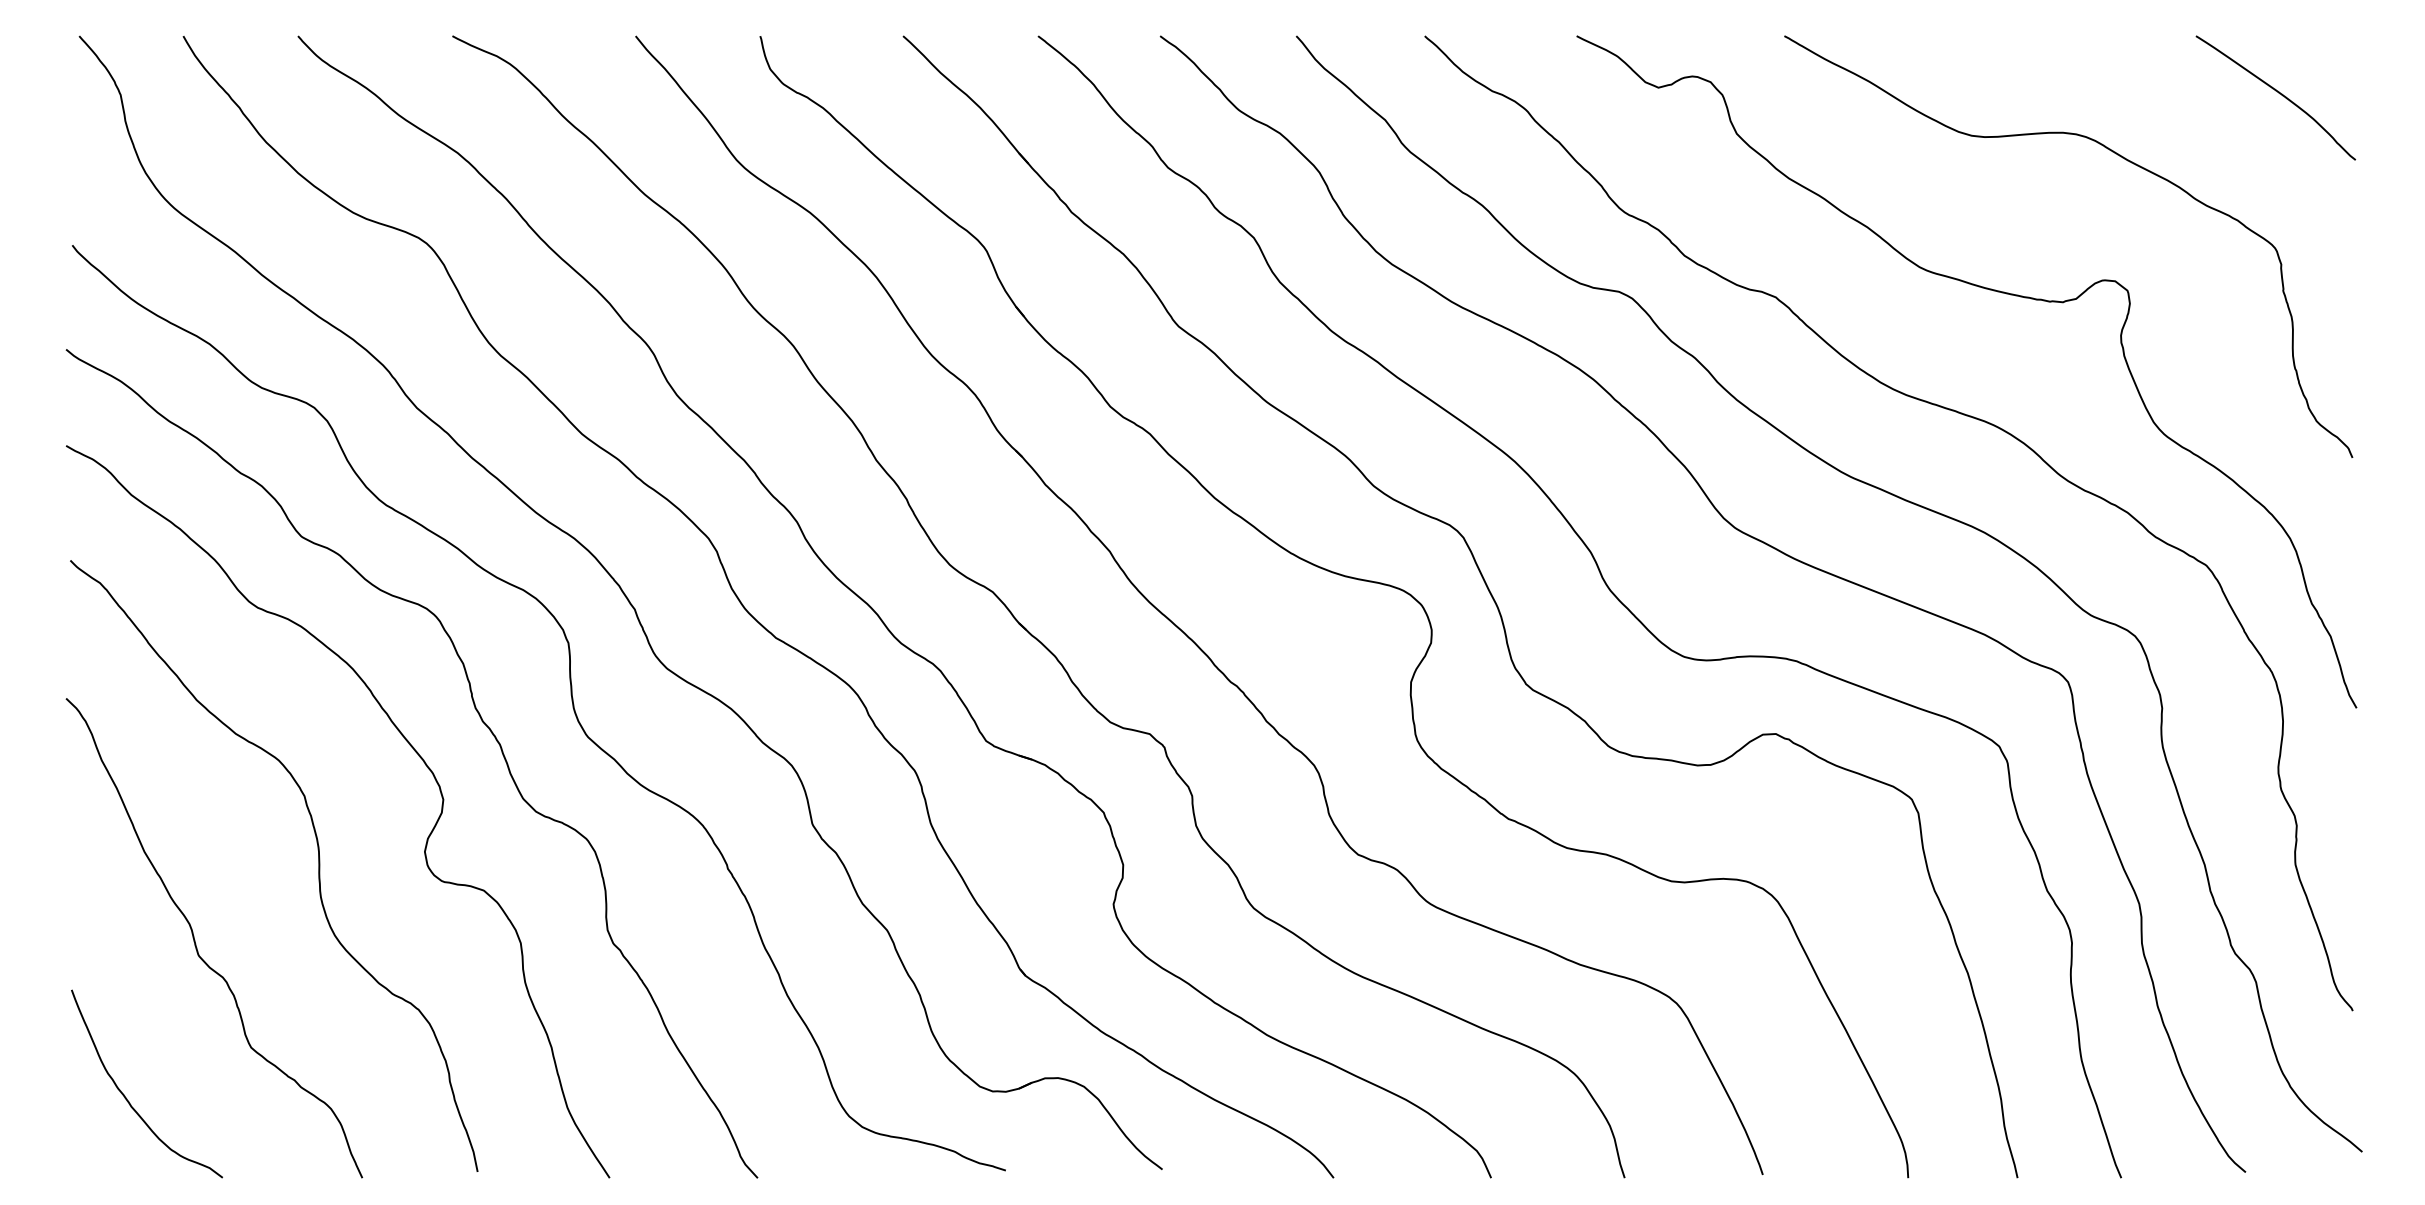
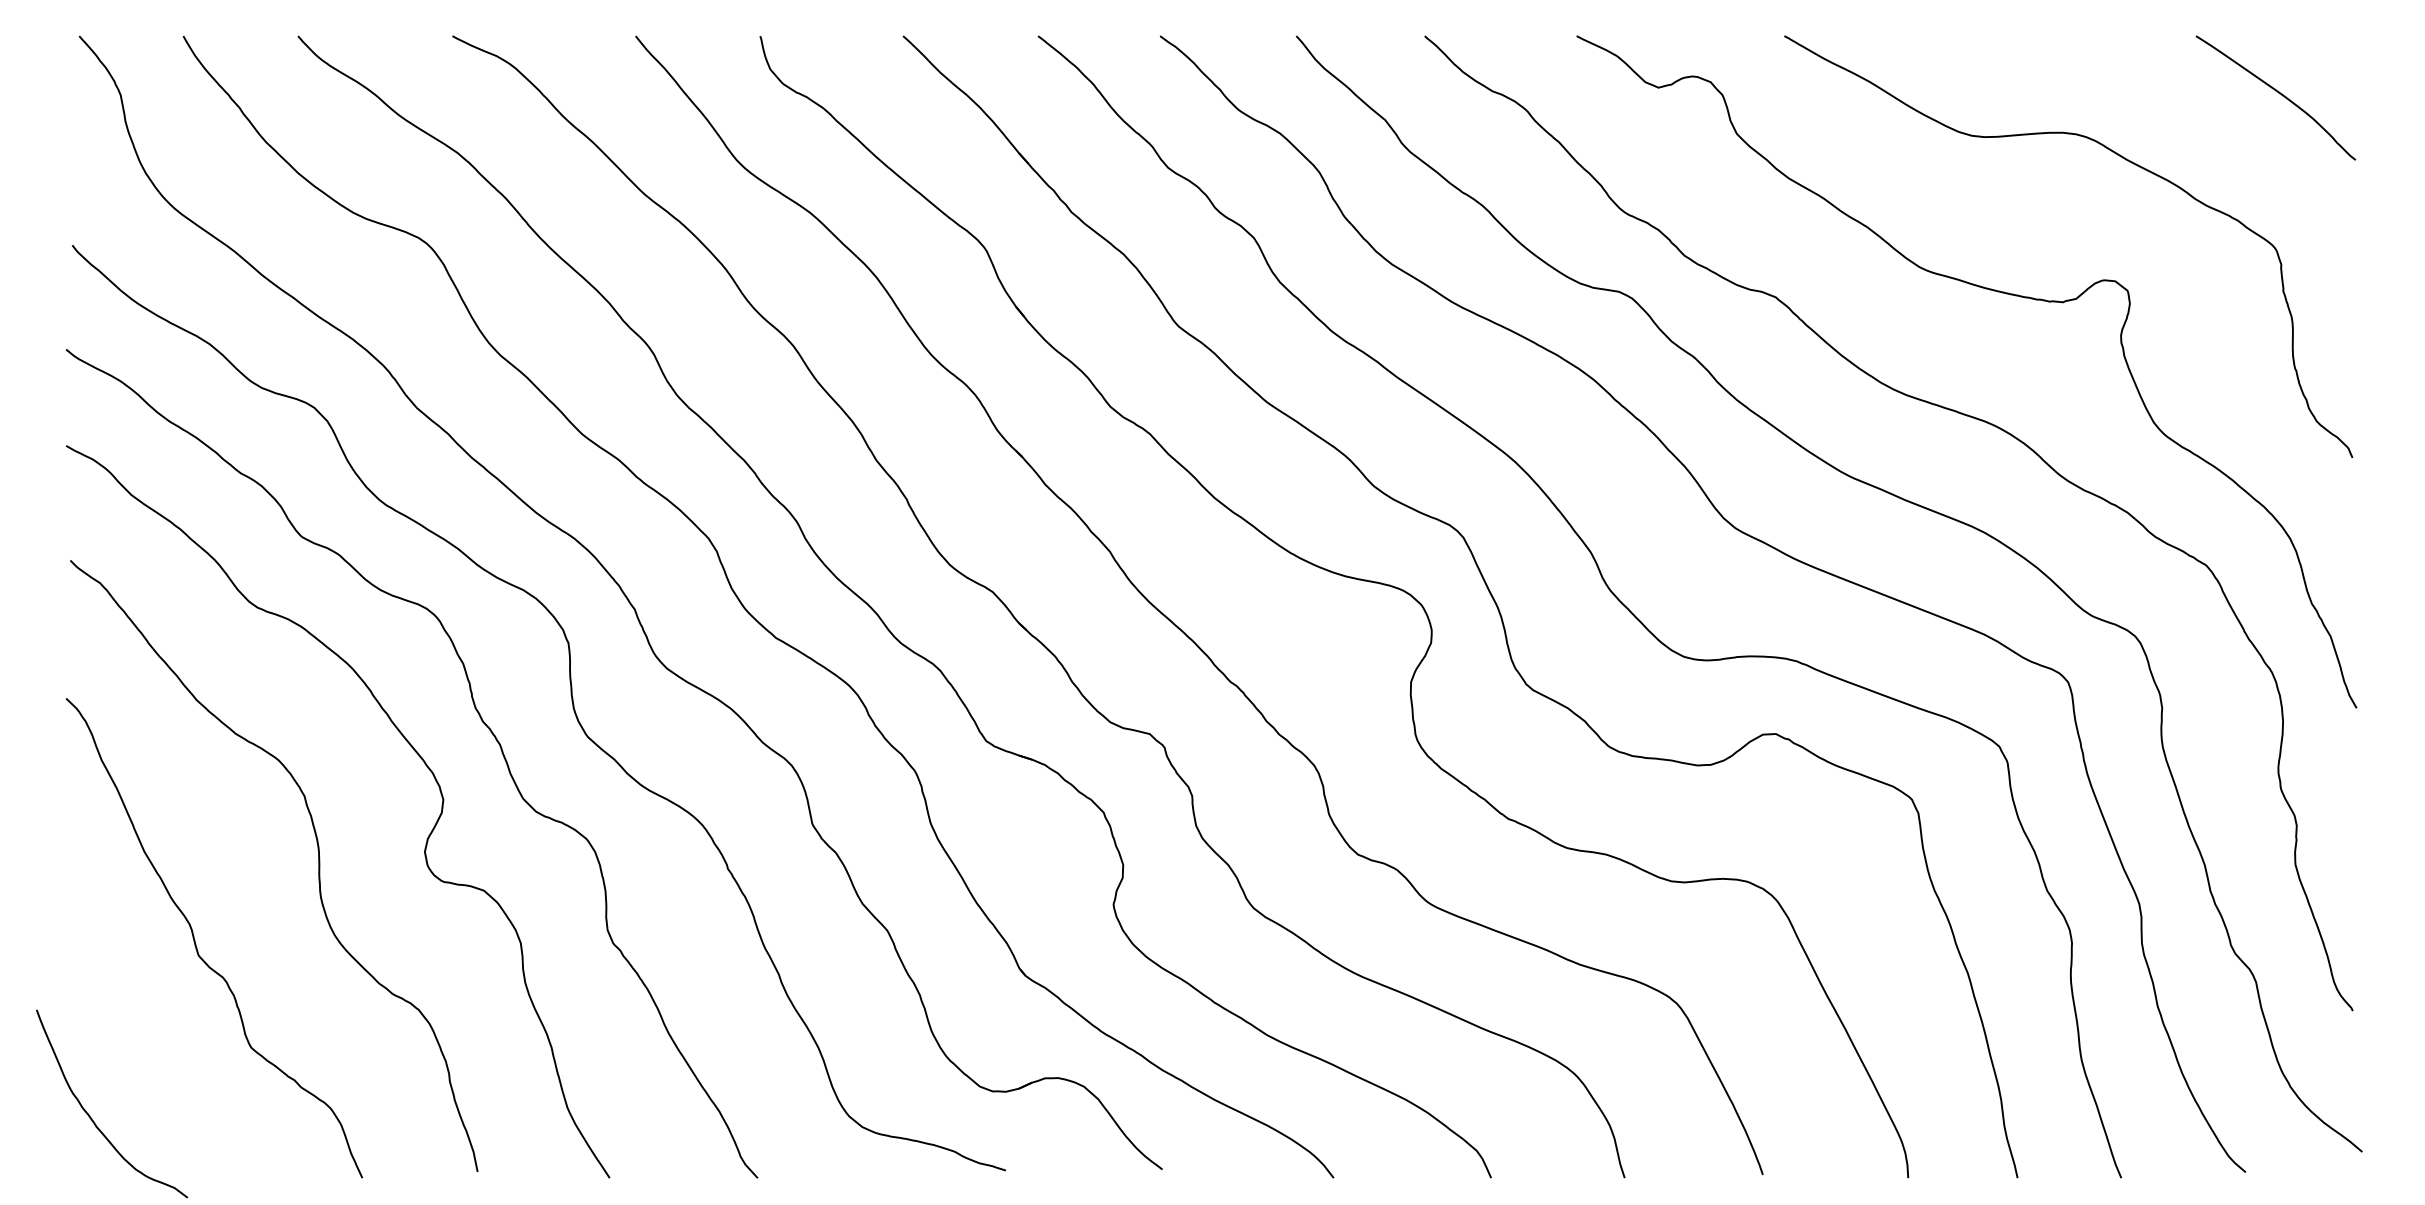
curve at (127, 1098) position: (127, 1098) -> (92, 1118)
